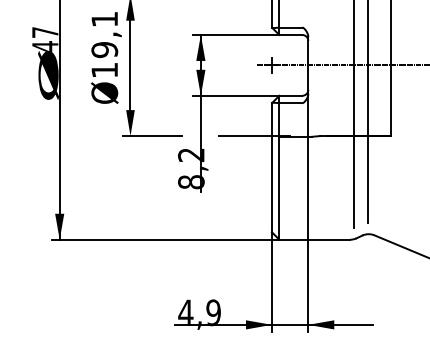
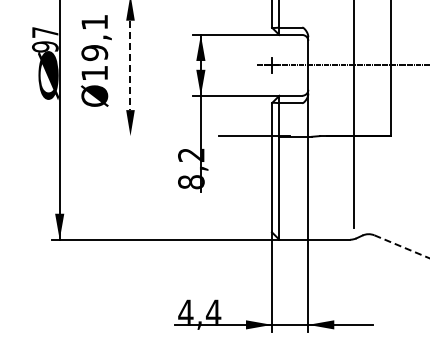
text at (45, 46): 47 -> 97
text at (106, 57) position: (106, 57) -> (96, 60)
line at (130, 65): solid -> dashed
line at (368, 112): present -> none
line at (152, 136): present -> none
line at (402, 246): solid -> dashed
text at (213, 312): 4,9 -> 4,4
